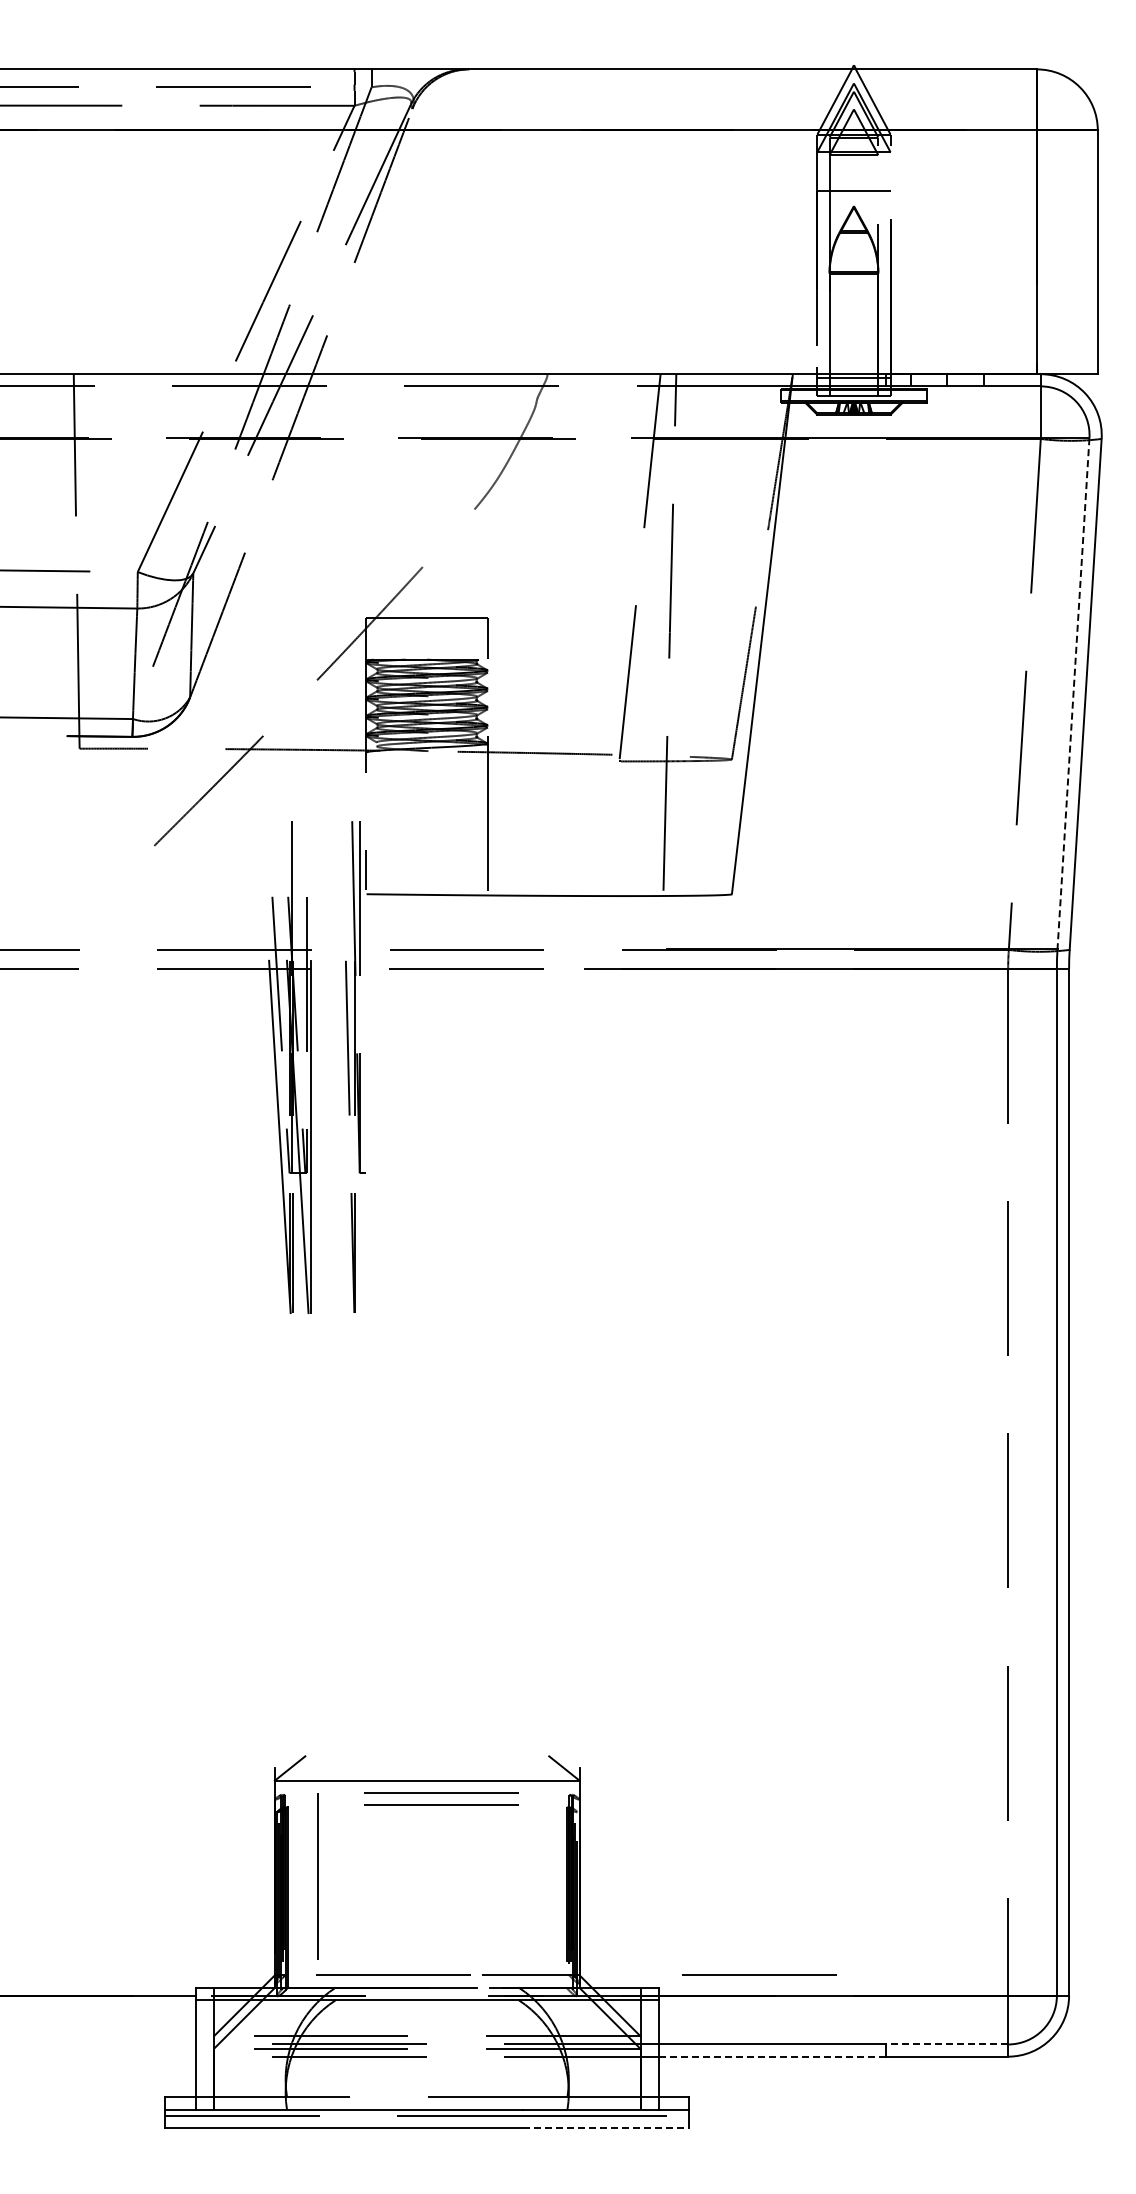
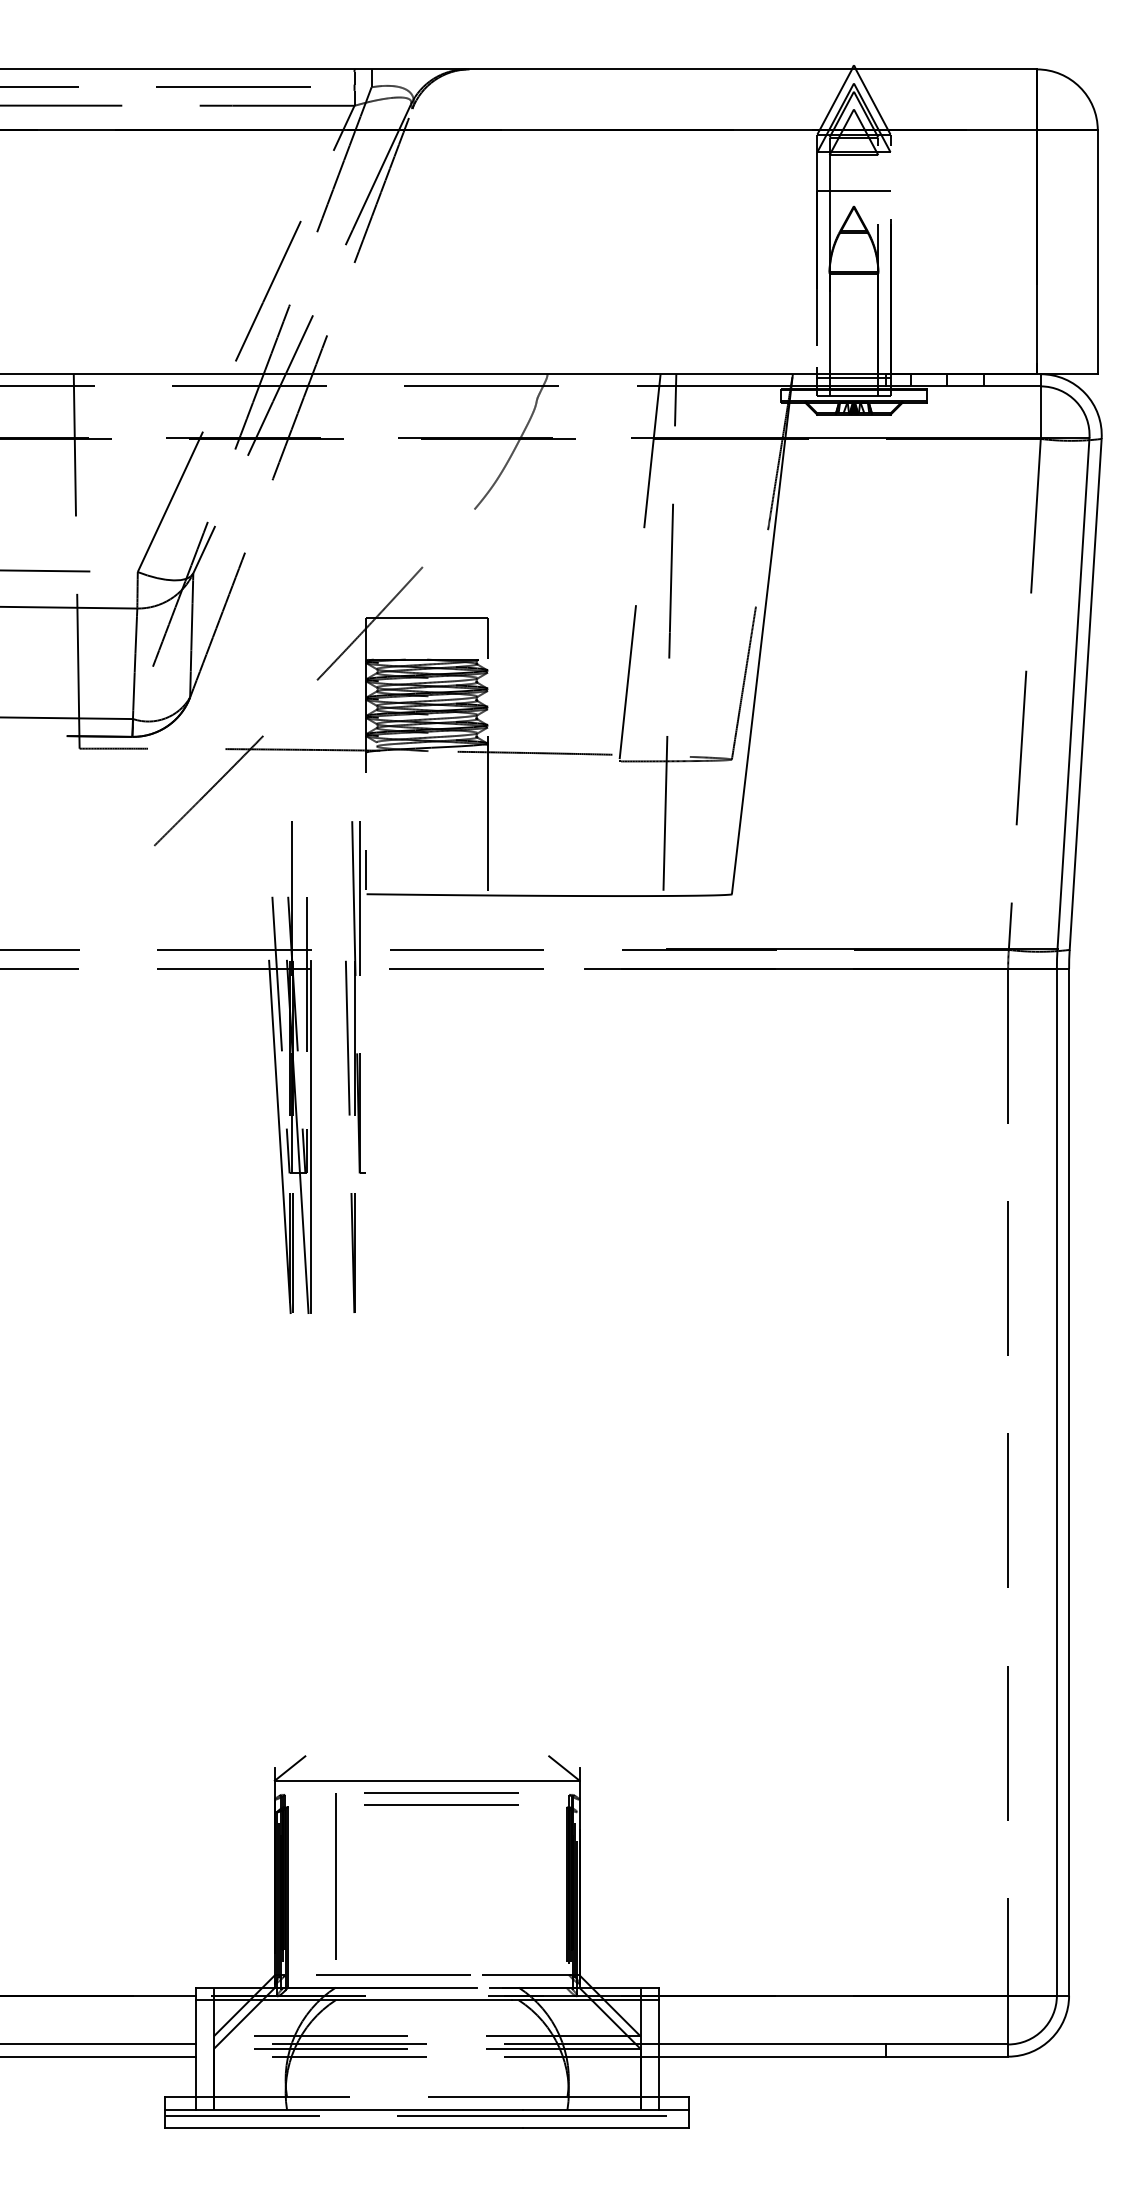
line at (1073, 693): dashed -> solid
line at (317, 1876) position: (317, 1876) -> (335, 1876)
line at (759, 1974): present -> none
line at (98, 2044): none -> present
line at (947, 2044): dashed -> solid
line at (98, 2056): none -> present
line at (772, 2056): dashed -> solid
line at (606, 2128): dashed -> solid
